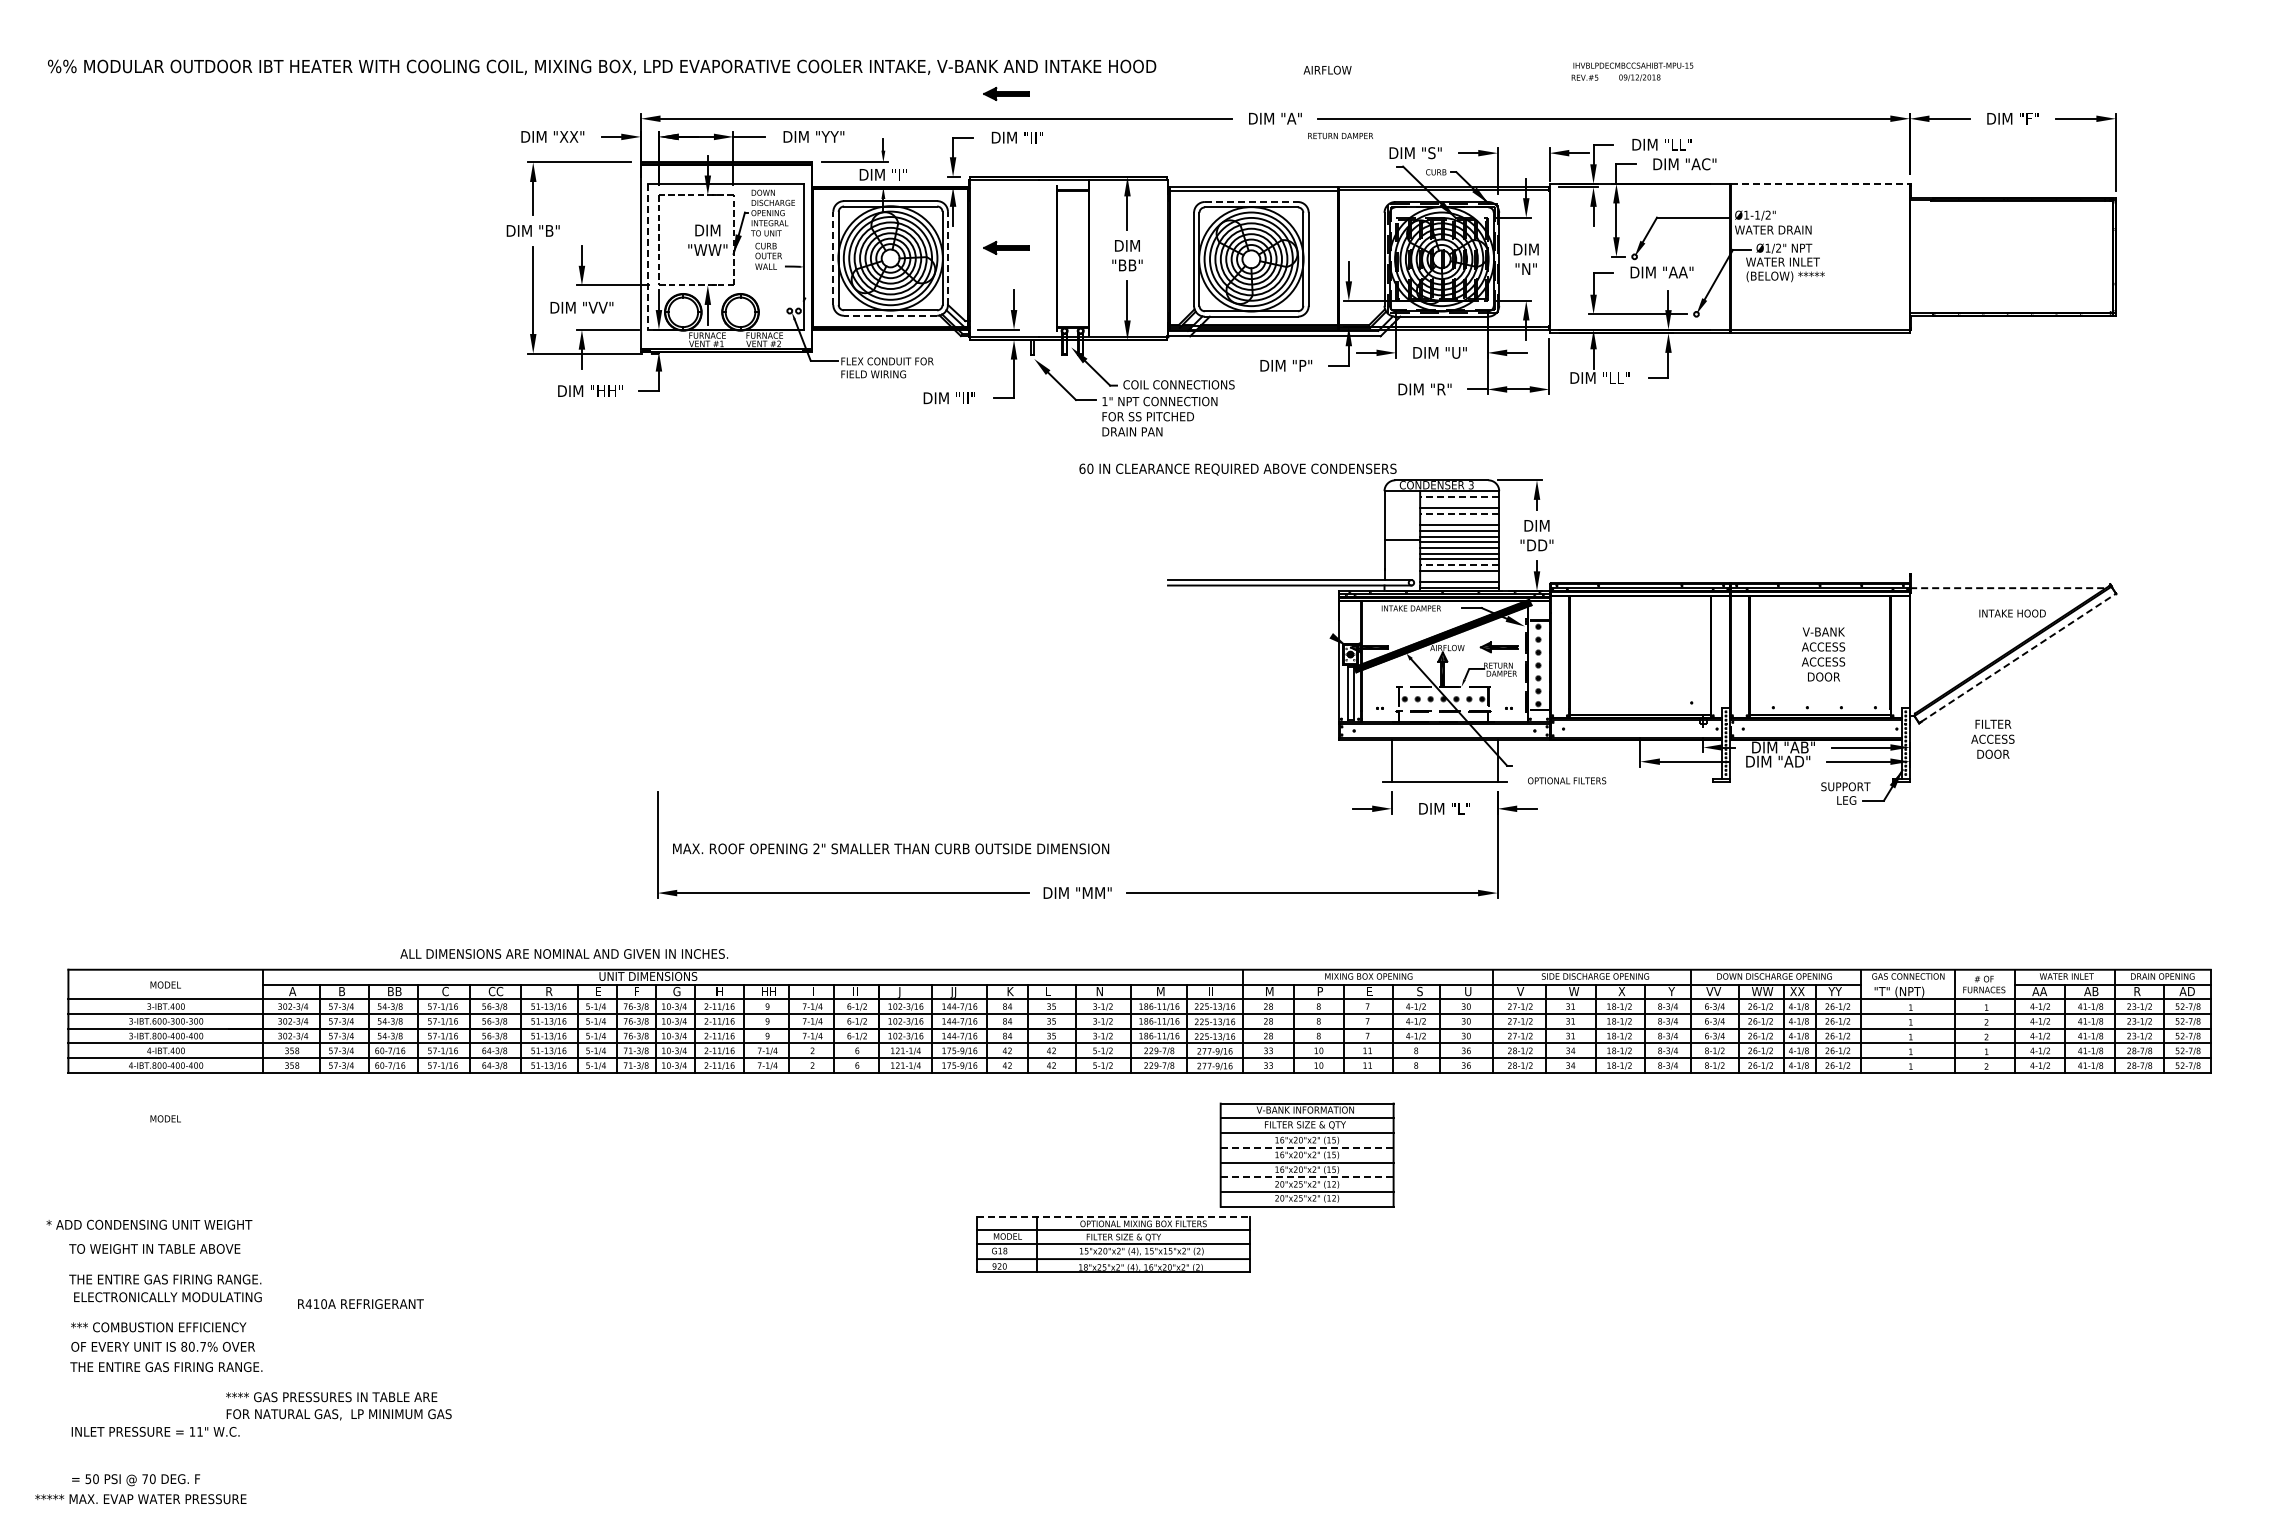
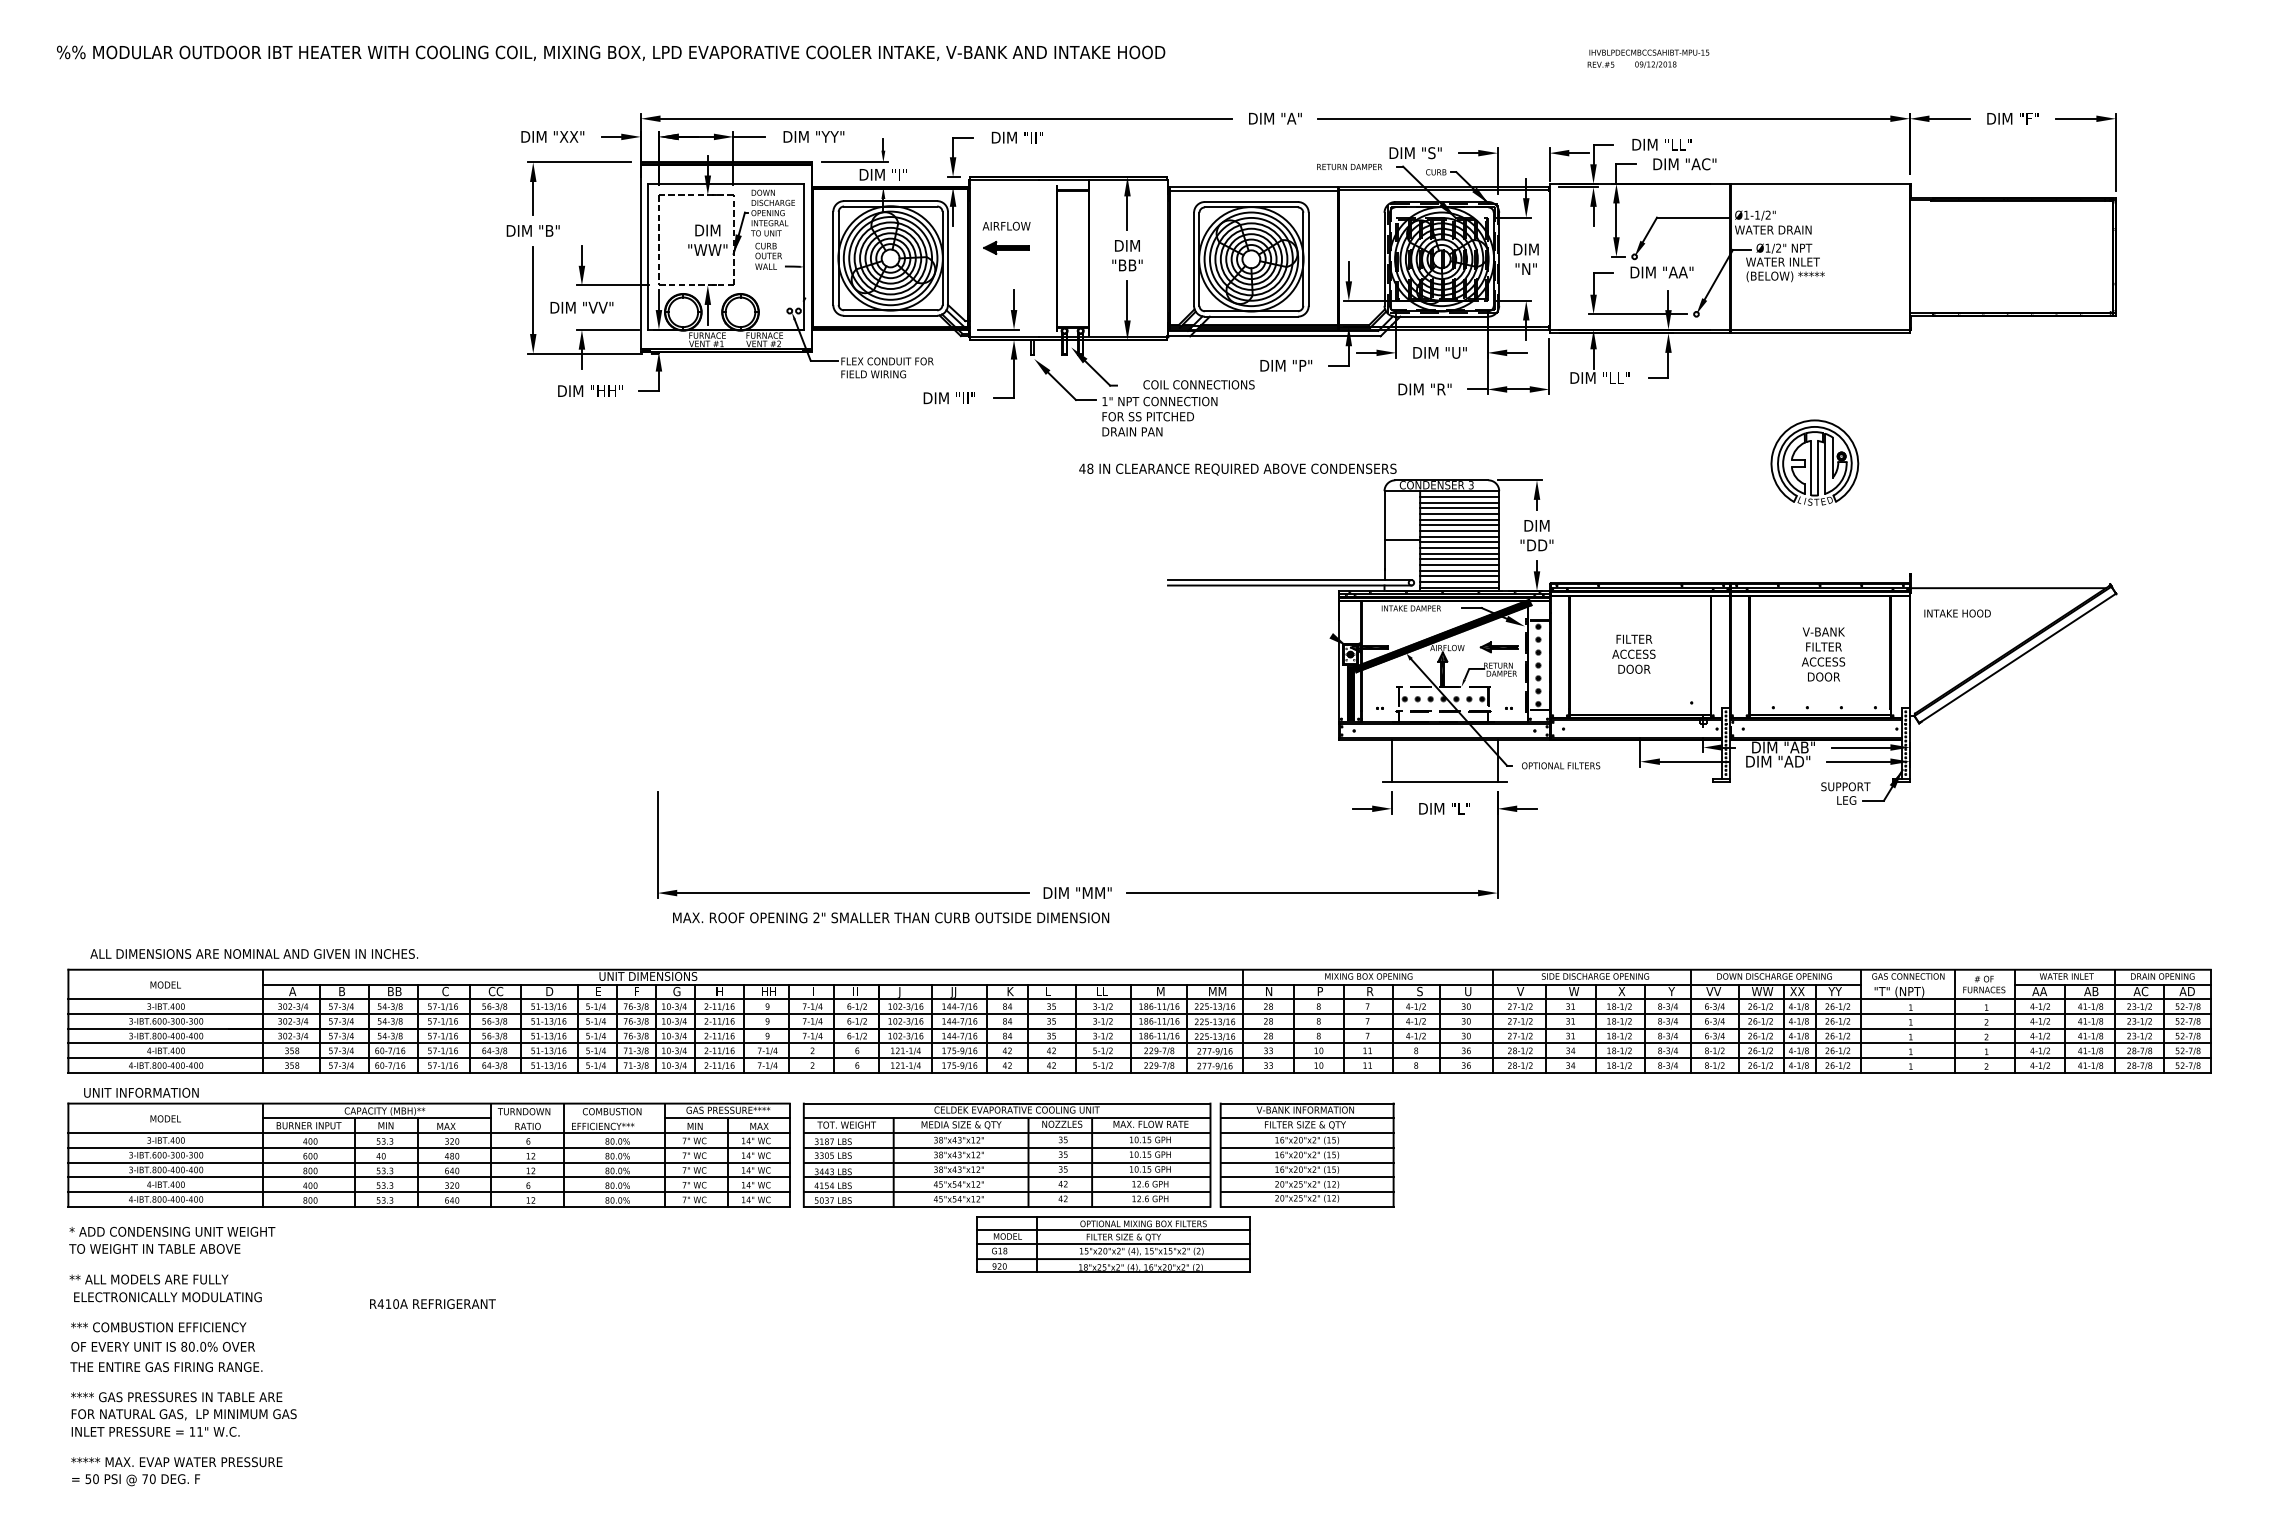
text at (602, 66) position: (602, 66) -> (611, 52)
text at (1327, 69) position: (1327, 69) -> (1006, 225)
text at (1632, 71) position: (1632, 71) -> (1648, 58)
part at (1006, 93): present -> none
text at (1340, 136) position: (1340, 136) -> (1349, 167)
line at (1820, 183): dashed -> solid
line at (1251, 202): dashed -> solid
line at (648, 257): dashed -> solid
line at (833, 258): dashed -> solid
line at (947, 258): dashed -> solid
line at (890, 315): dashed -> solid
text at (1178, 384) position: (1178, 384) -> (1198, 384)
part at (1814, 462): none -> present
text at (1086, 468): 60 -> 48
line at (1459, 496): dashed -> solid
line at (1459, 502): none -> present
line at (1459, 513): dashed -> solid
line at (1459, 519): none -> present
line at (1459, 565): dashed -> solid
line at (1459, 576): none -> present
line at (2008, 588): dashed -> solid
text at (2012, 613) position: (2012, 613) -> (1957, 613)
text at (1823, 646): ACCESS -> FILTER
line at (2018, 657): dashed -> solid
hatch at (1350, 693): none -> present
text at (1992, 738) position: (1992, 738) -> (1633, 653)
text at (1567, 780) position: (1567, 780) -> (1561, 765)
text at (891, 848) position: (891, 848) -> (891, 917)
text at (563, 953) position: (563, 953) -> (253, 953)
text at (550, 991): R -> D
text at (1101, 991): N -> LL
text at (1217, 991): II -> MM
text at (1270, 991): M -> N
text at (1370, 991): E -> R
text at (2140, 991): R -> AC
part at (428, 1147): none -> present
line at (1307, 1147): dashed -> solid
part at (1006, 1154): none -> present
line at (1307, 1177): dashed -> solid
line at (1113, 1216): dashed -> solid
text at (149, 1224) position: (149, 1224) -> (172, 1231)
text at (165, 1279): THE ENTIRE GAS FIRING RANGE. -> ** ALL MODELS ARE FULLY
text at (360, 1303) position: (360, 1303) -> (432, 1303)
text at (203, 1346): 80.7% -> 80.0%
text at (338, 1406) position: (338, 1406) -> (183, 1406)
text at (140, 1499) position: (140, 1499) -> (176, 1462)
